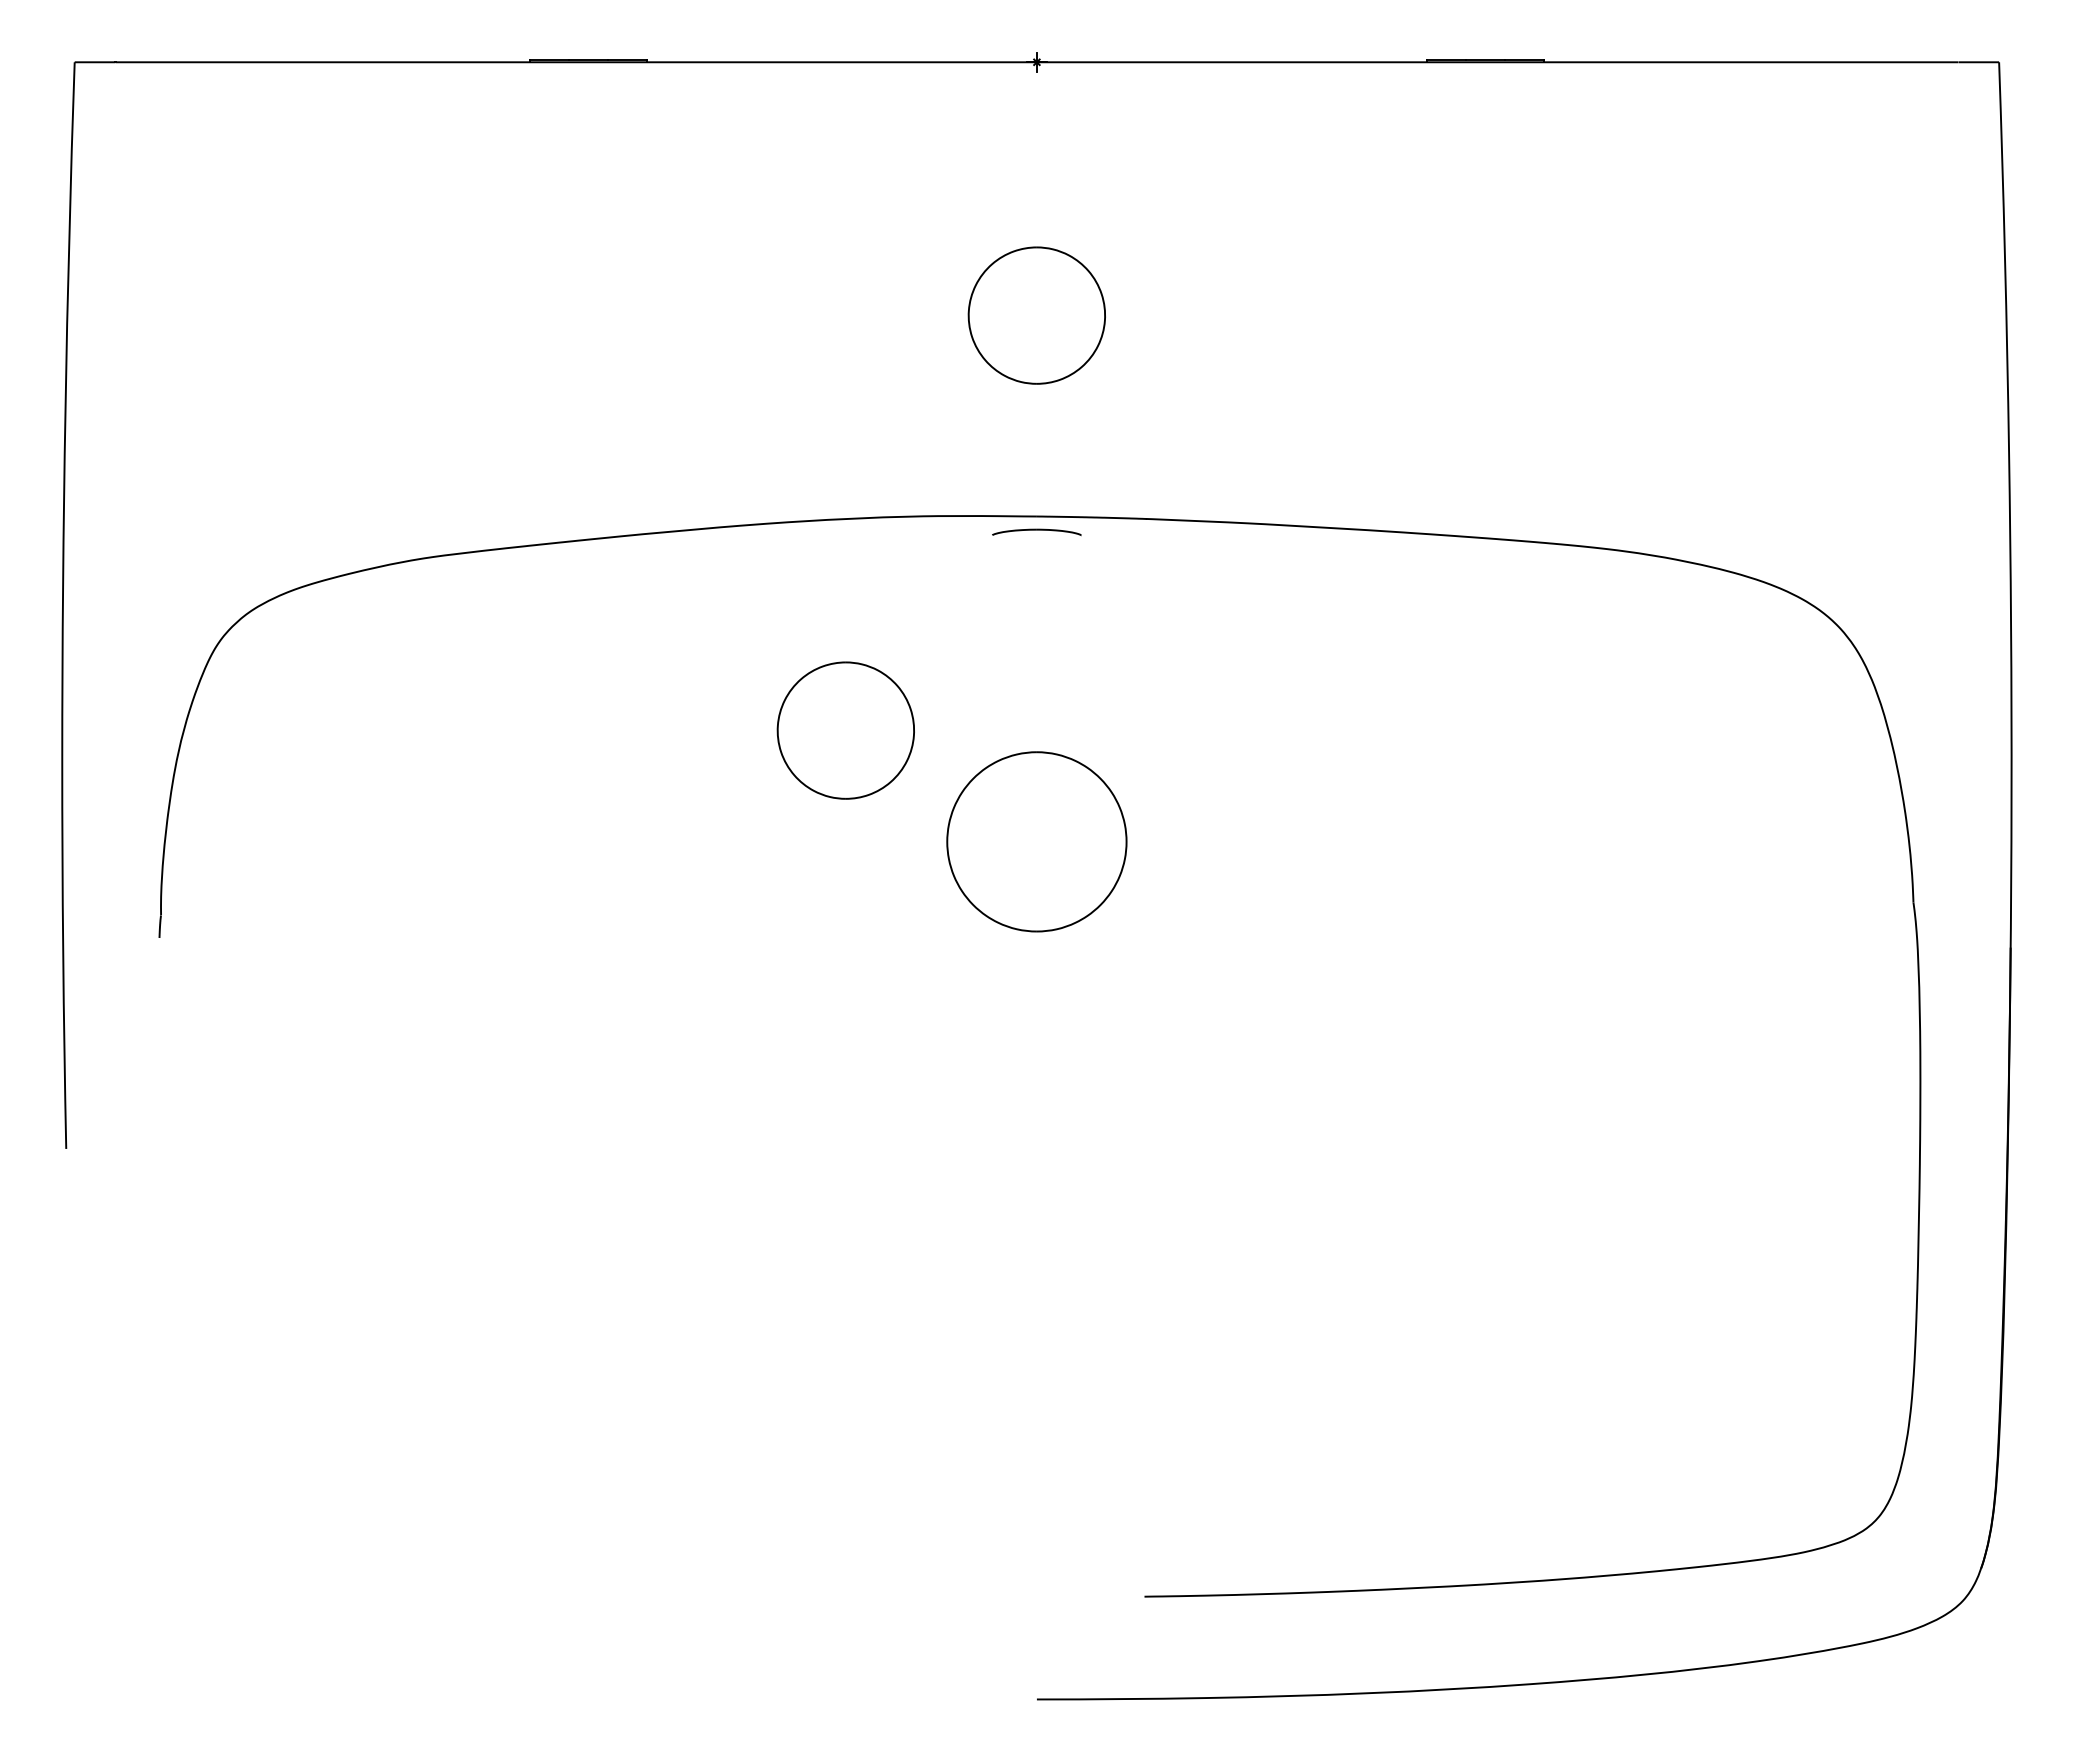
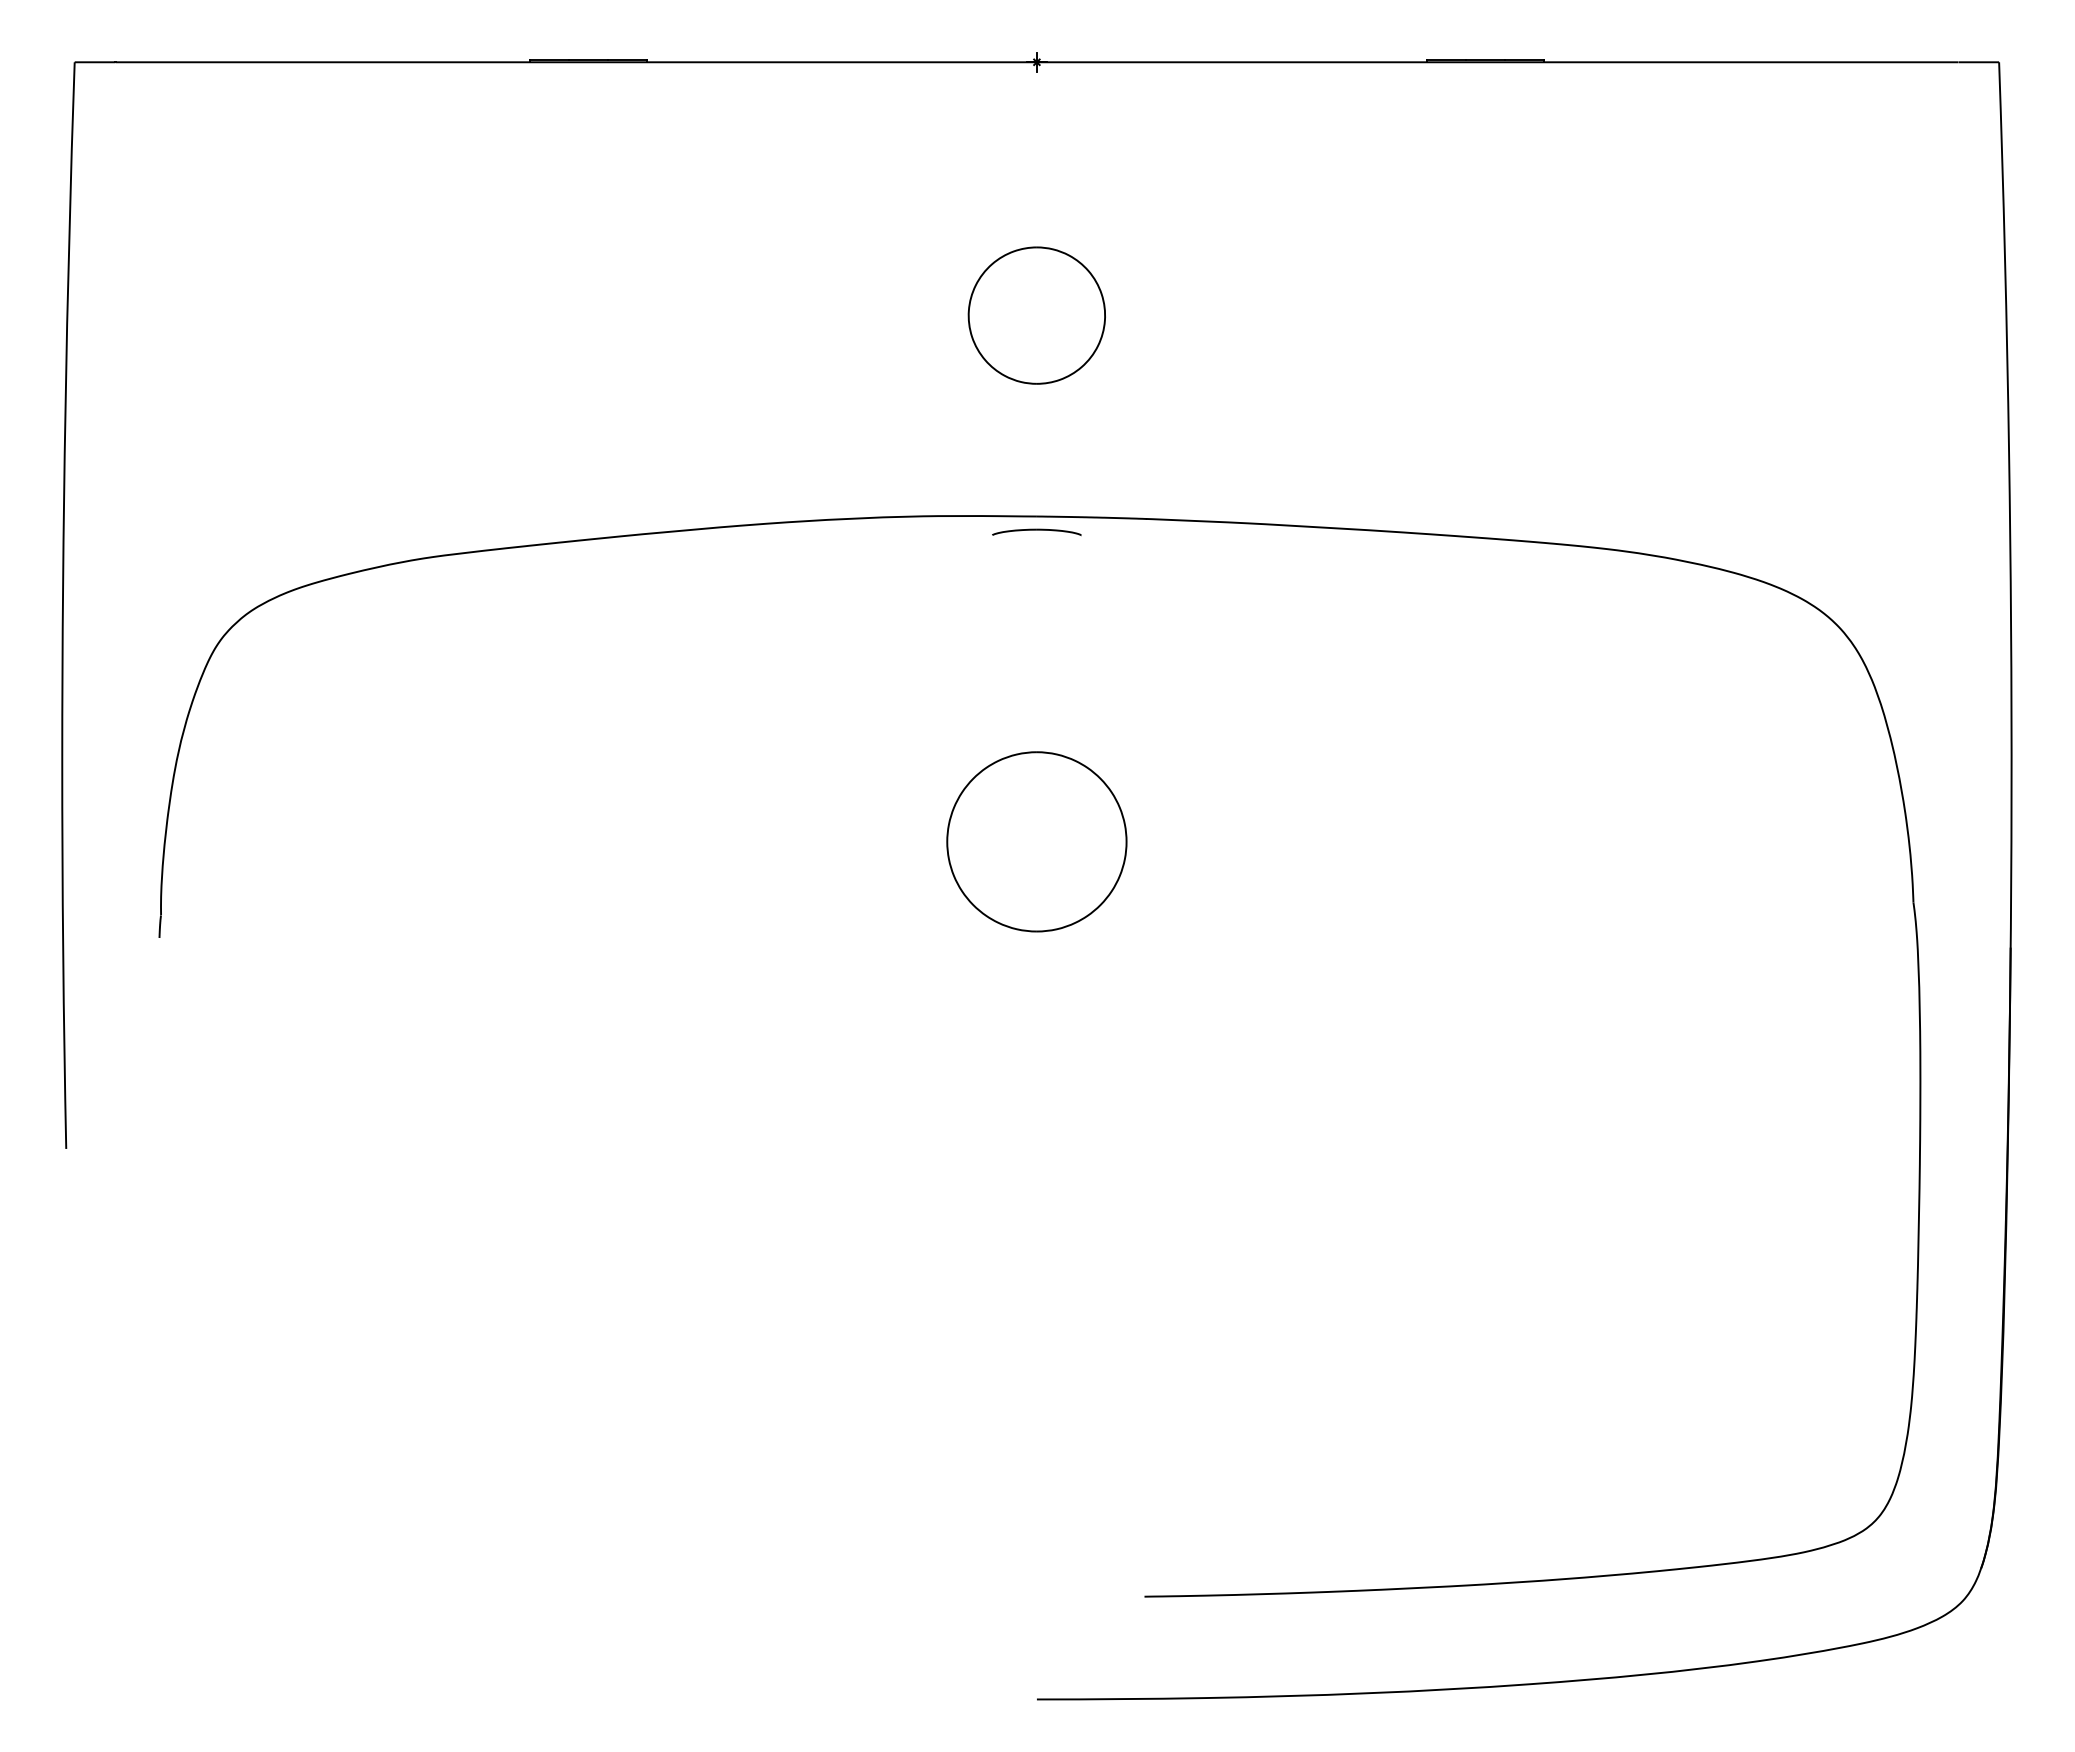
part at (845, 730): present -> none
